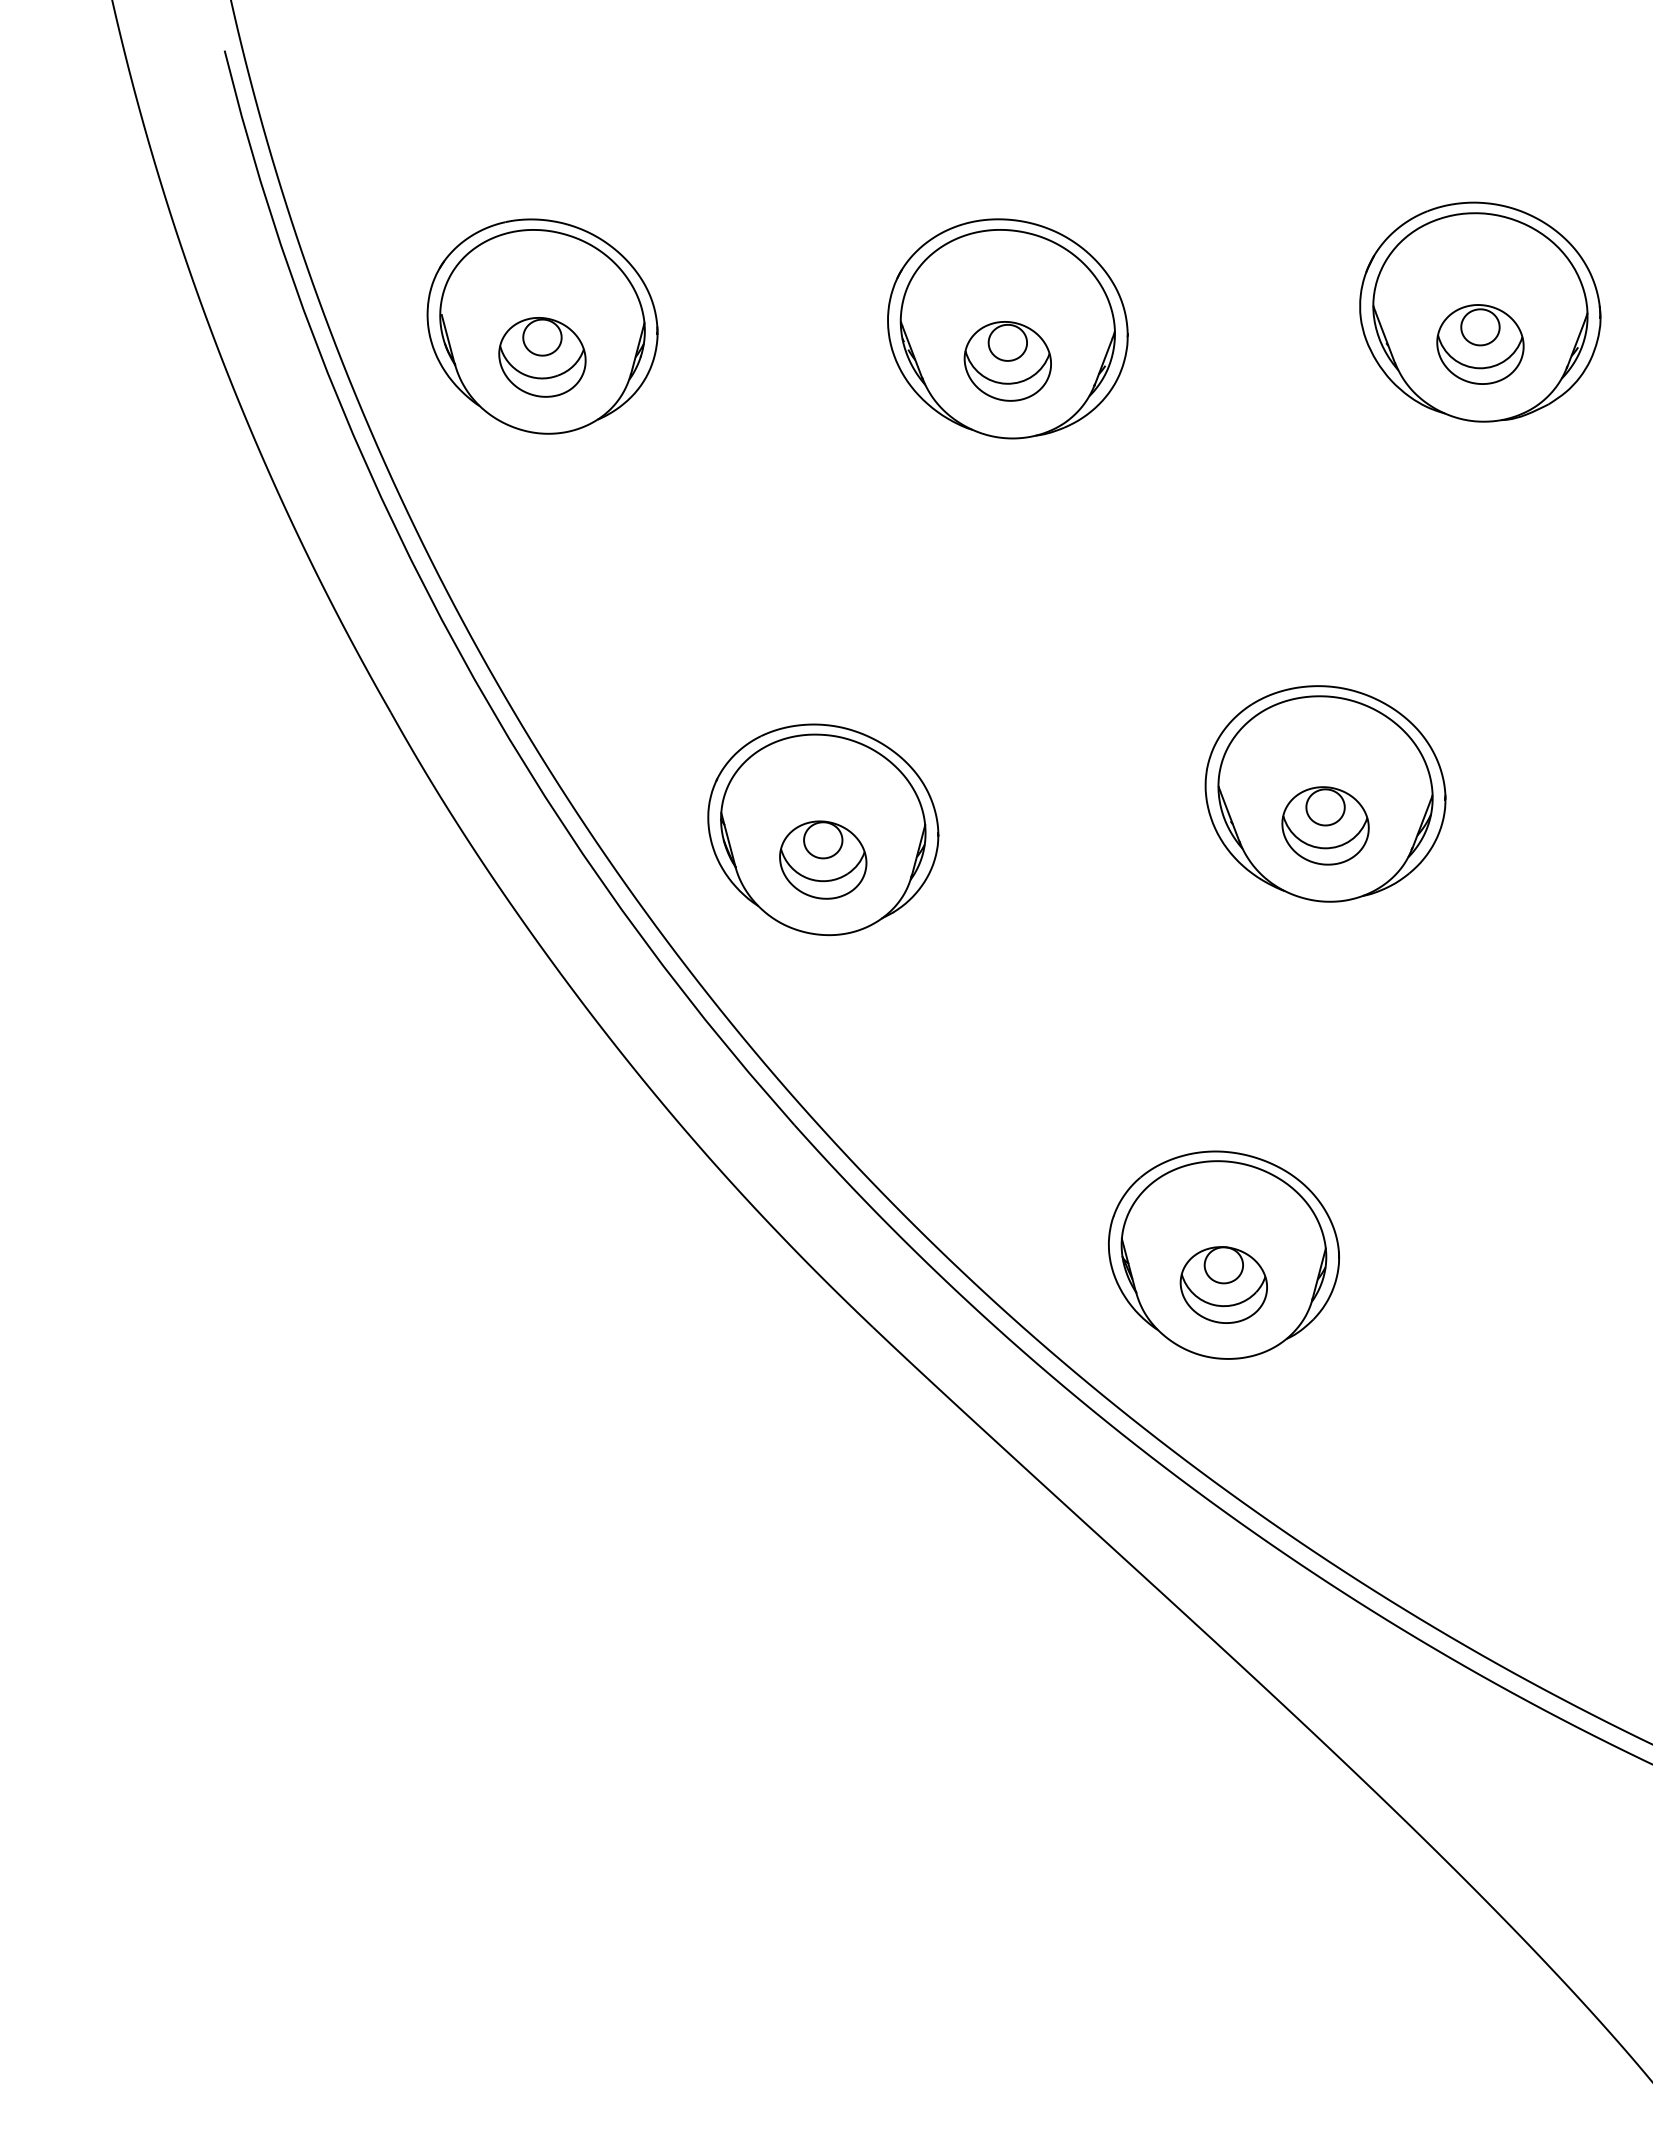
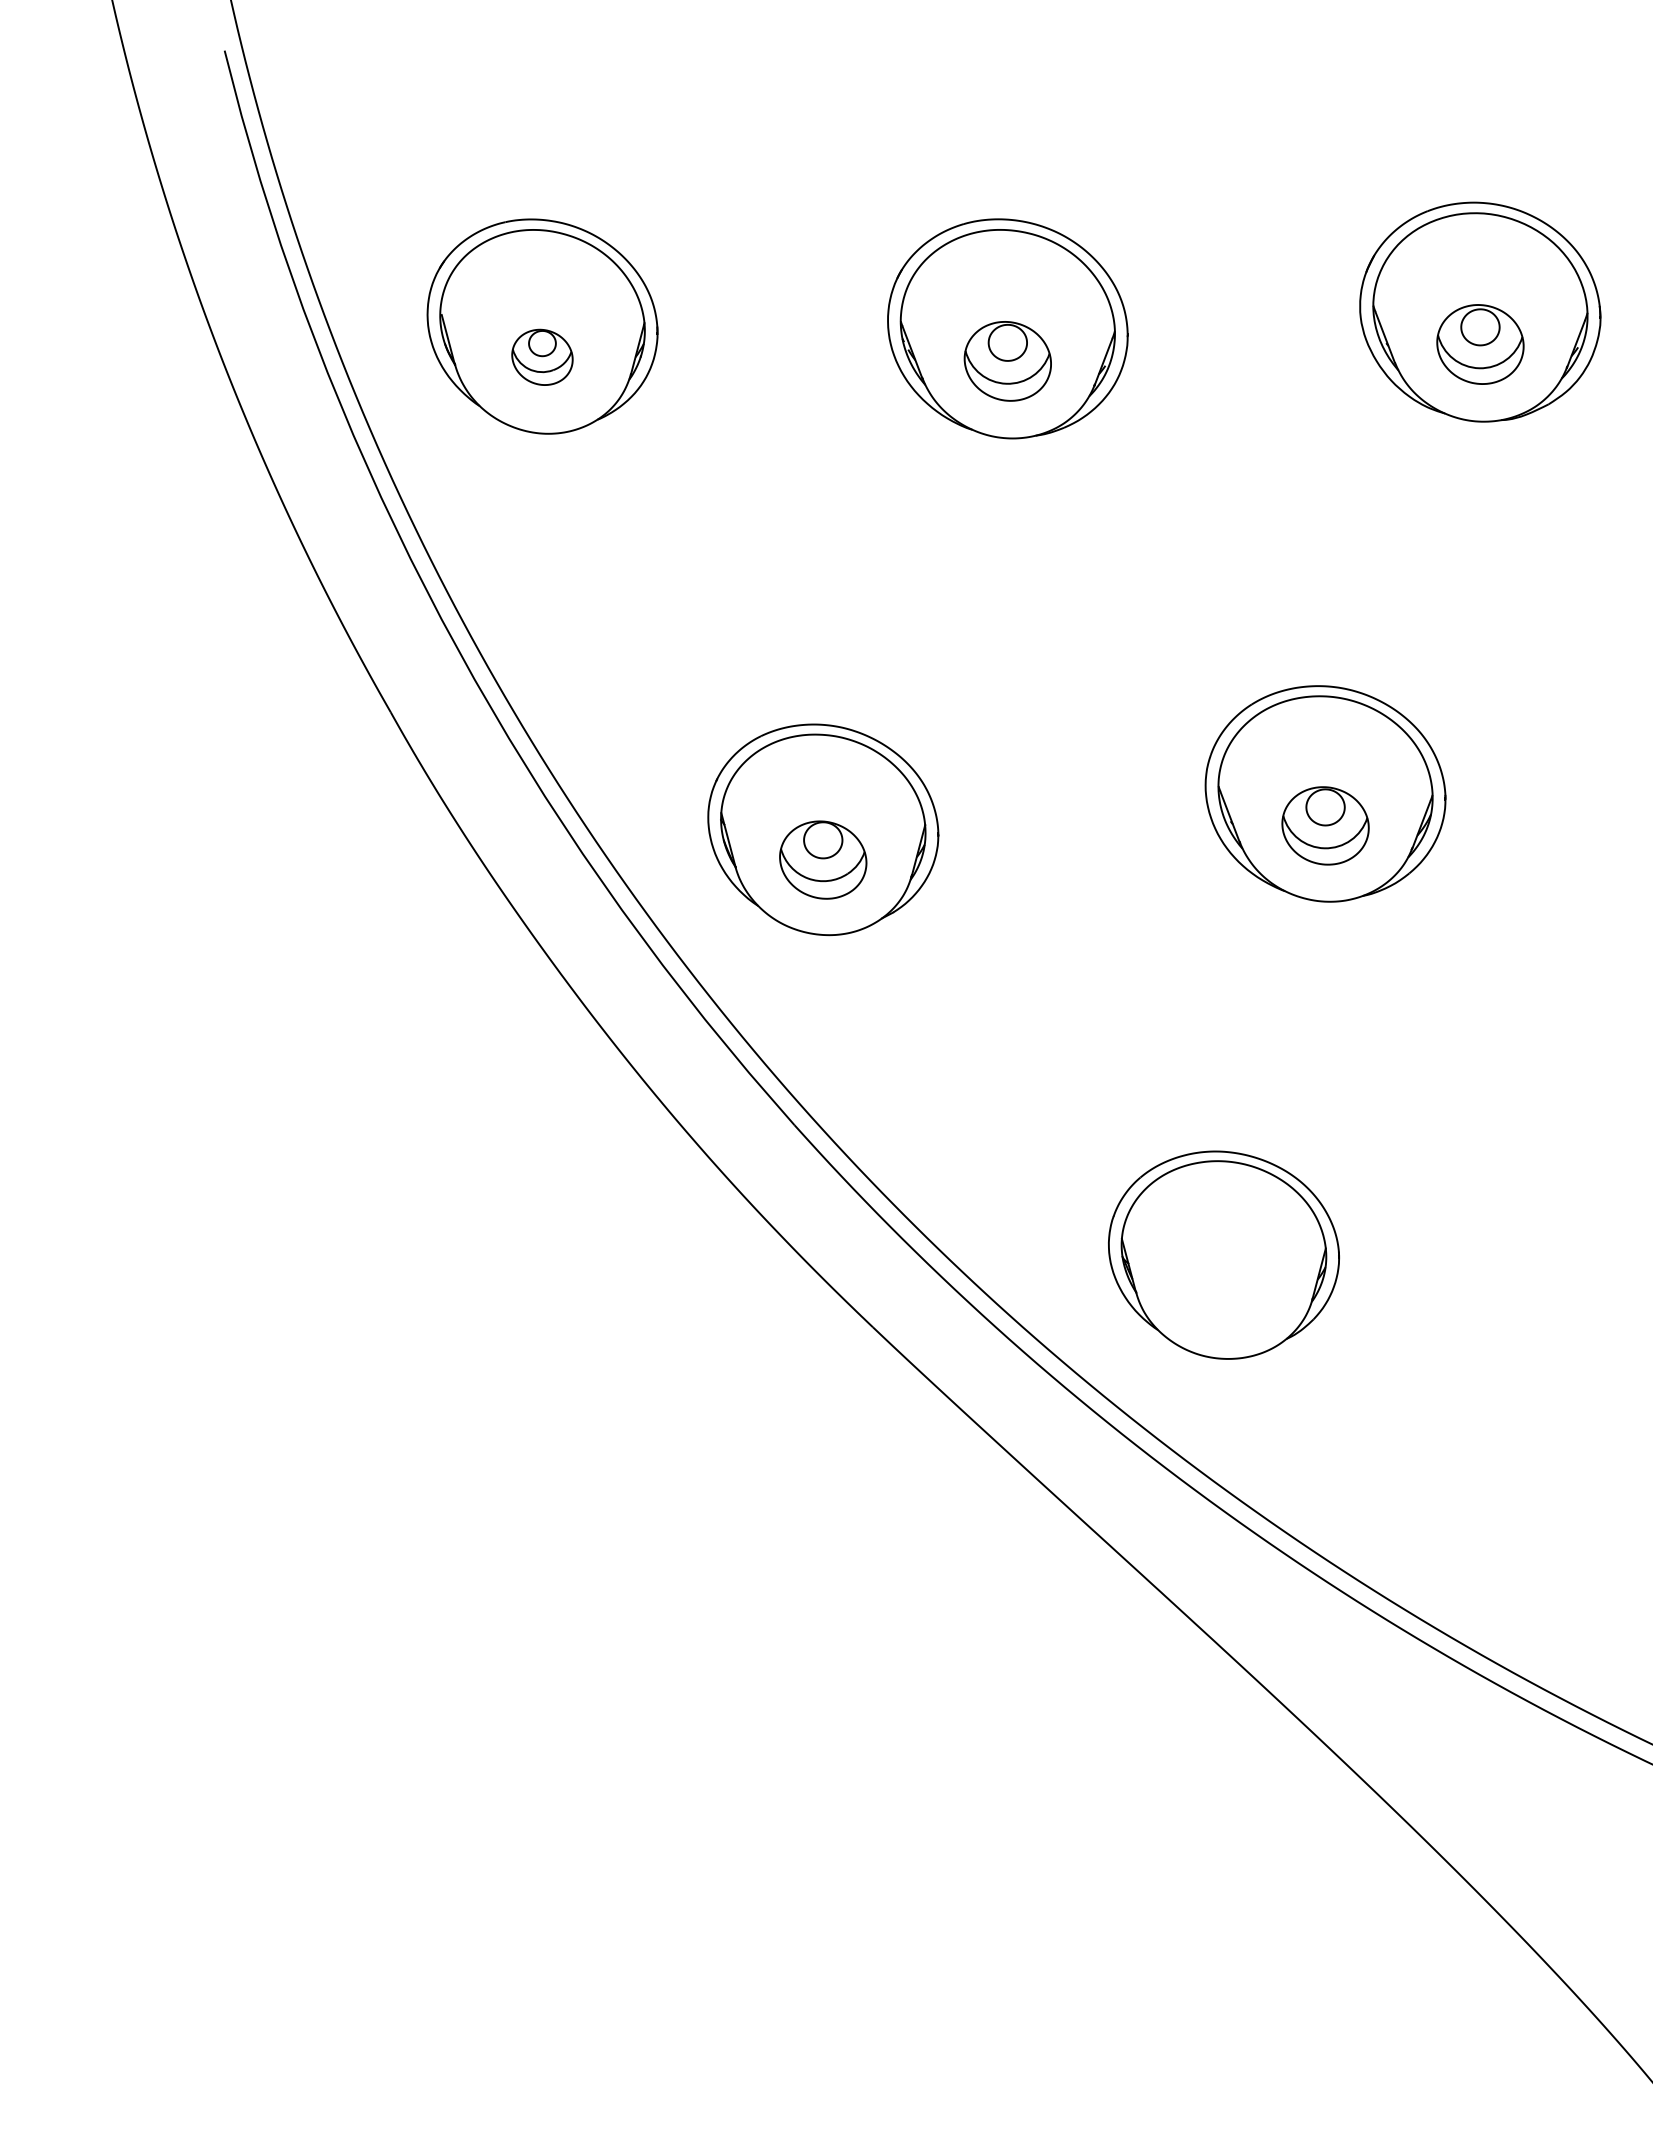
part at (542, 357) size: 89x81 px -> 63x58 px
part at (1223, 1284): present -> none
